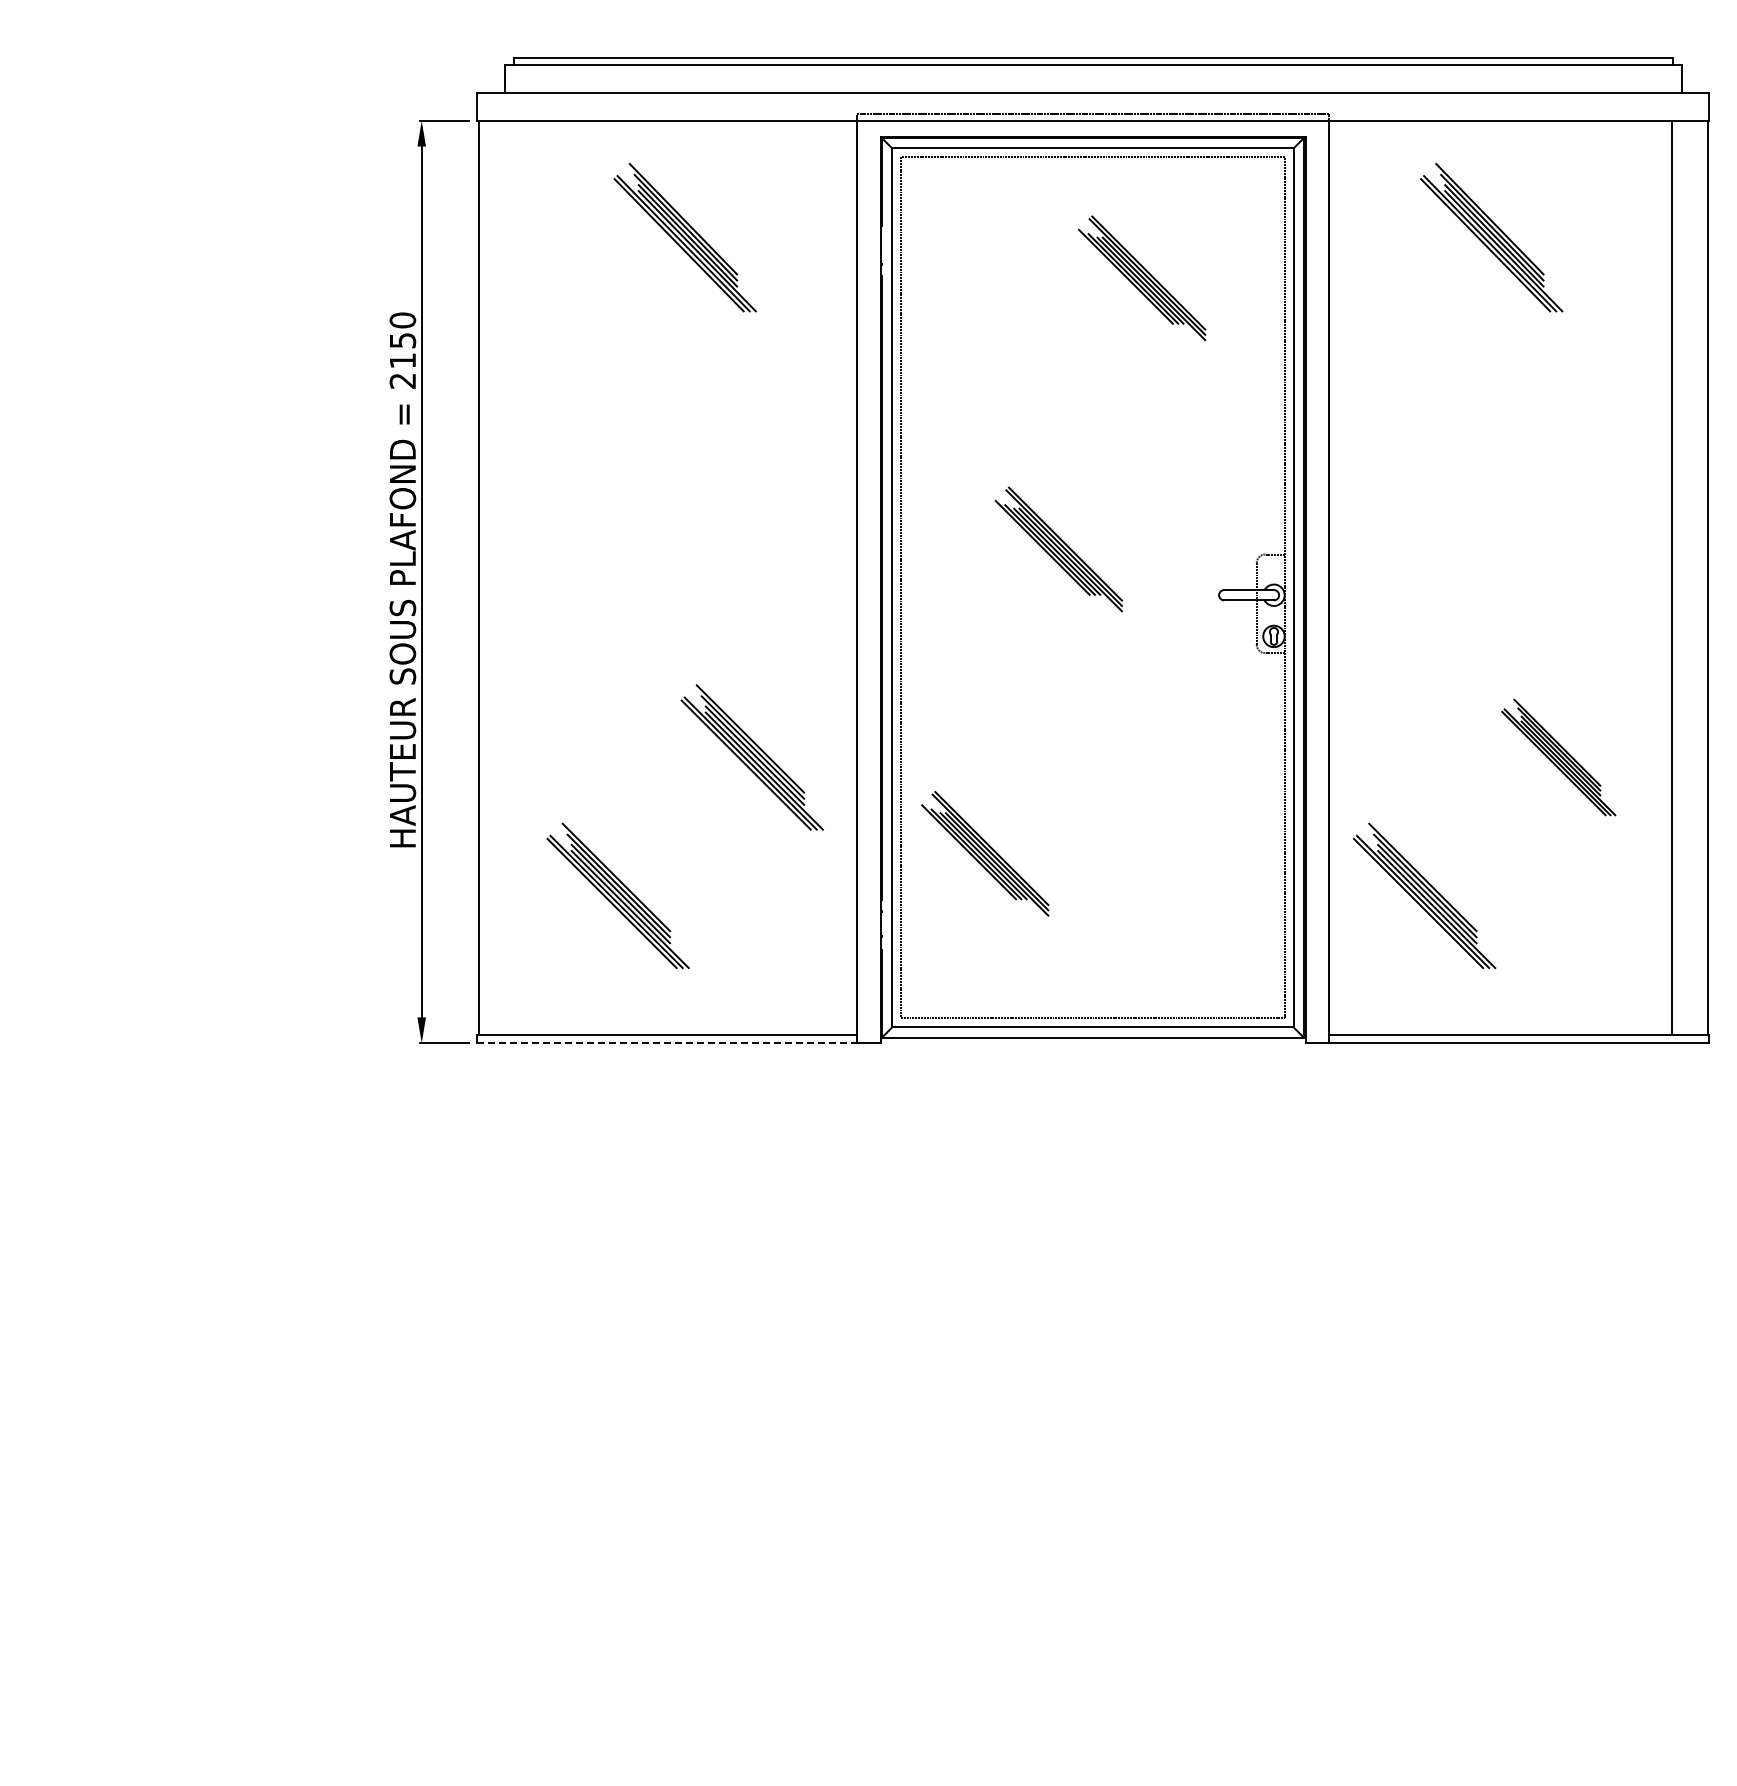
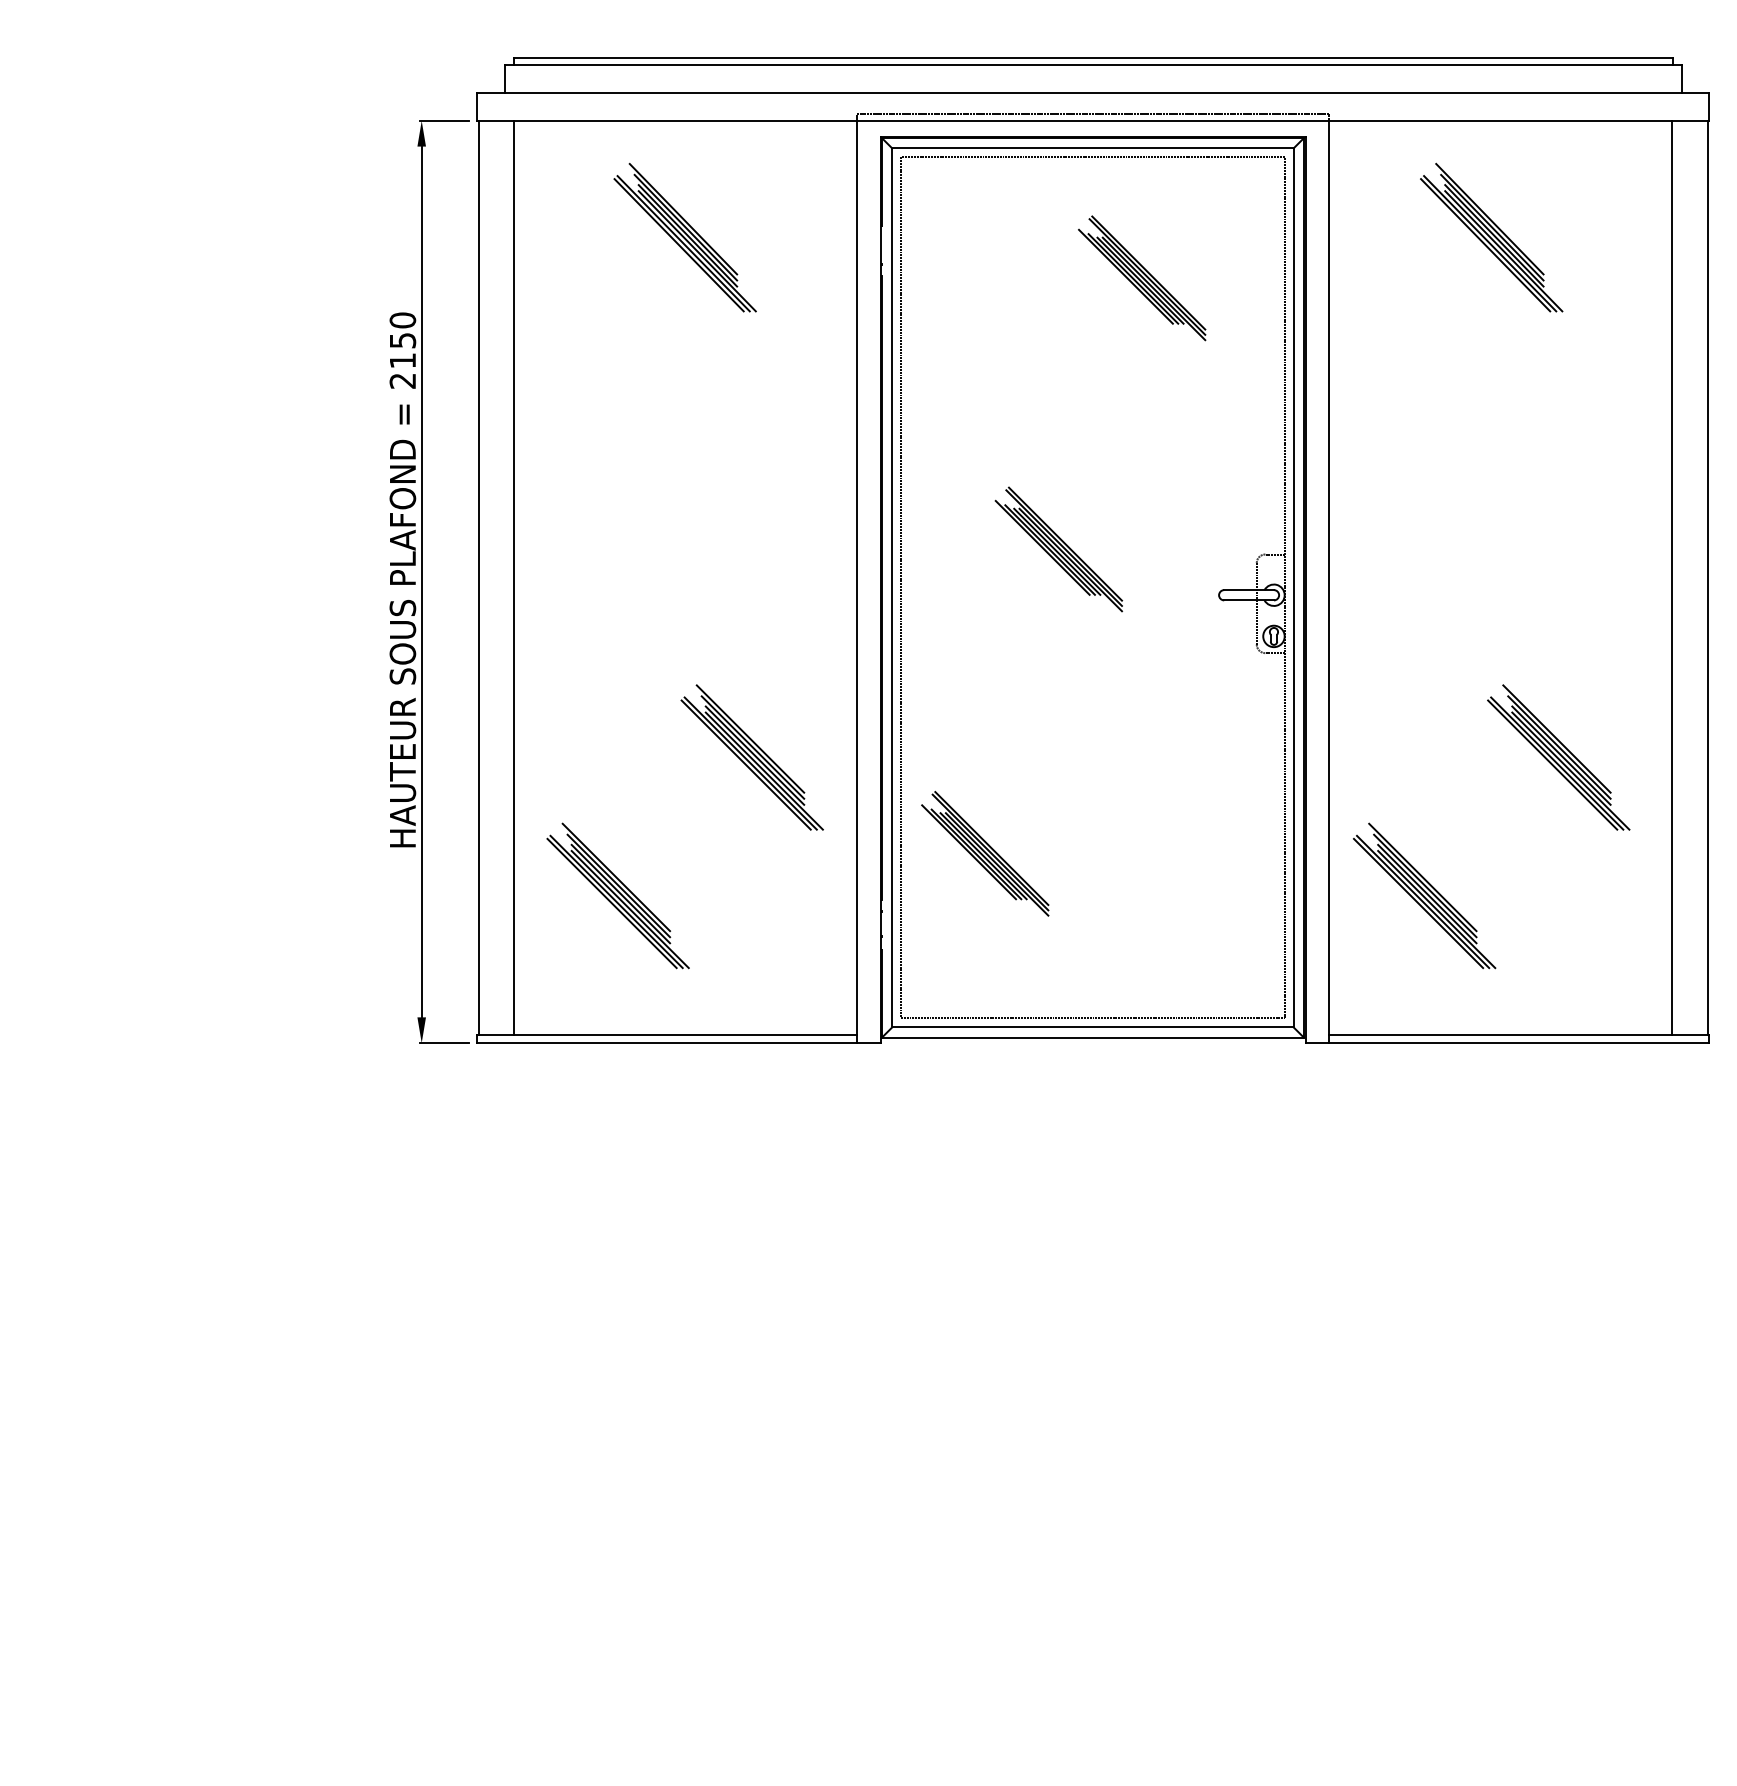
line at (514, 577): none -> present
part at (1558, 757) size: 116x119 px -> 144x147 px
line at (667, 1043): dashed -> solid
